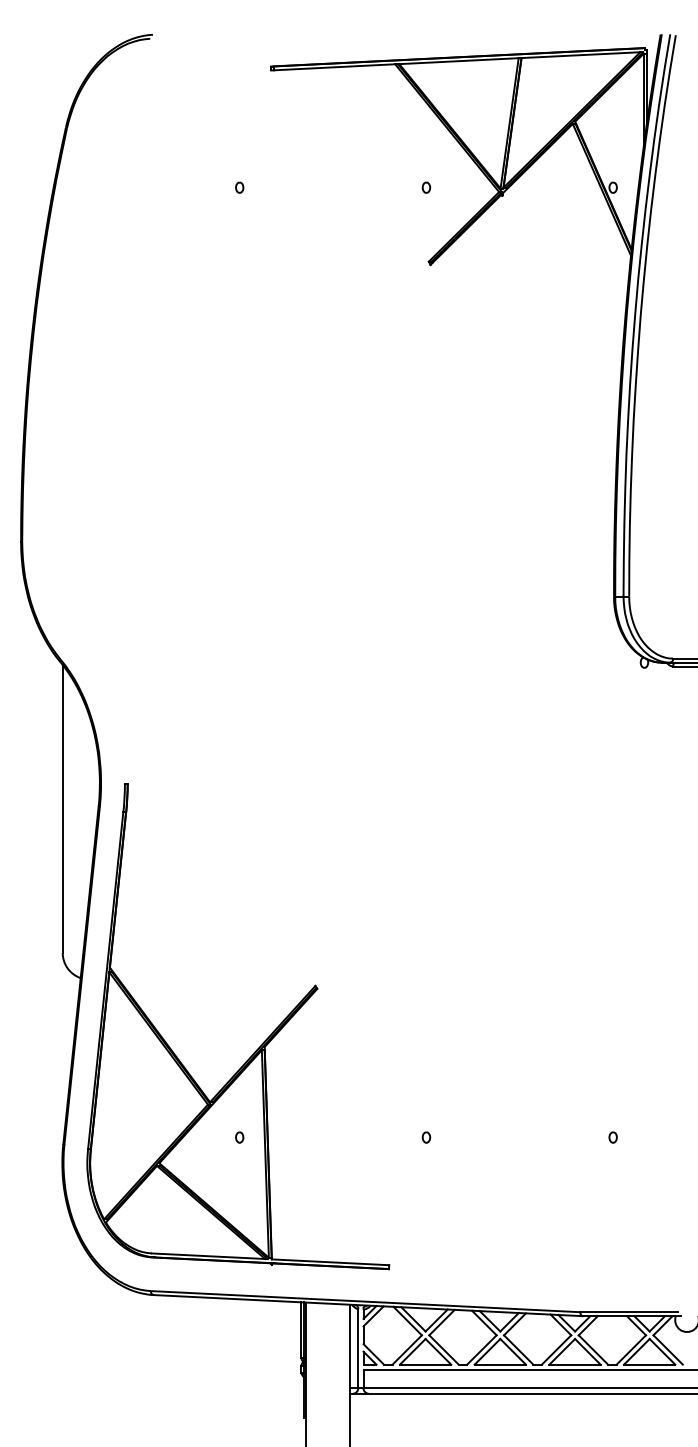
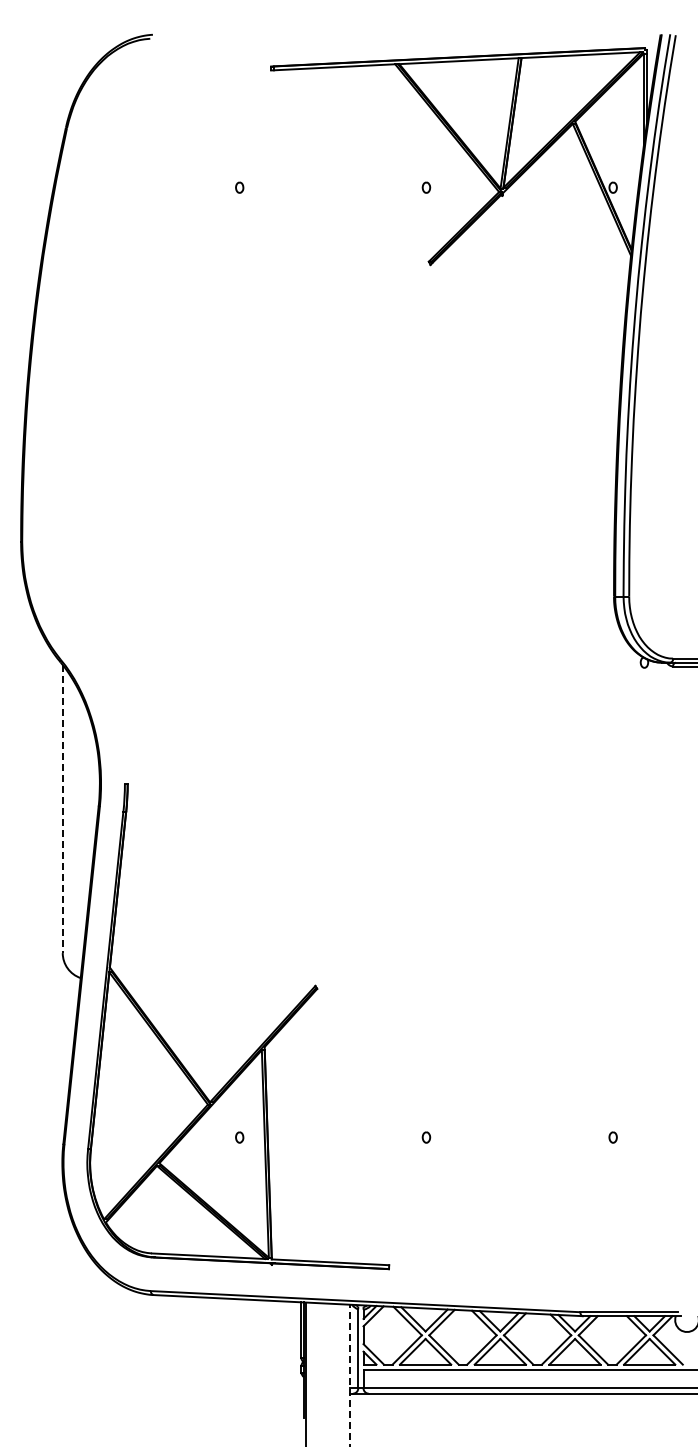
line at (62, 809): solid -> dashed
line at (350, 1375): solid -> dashed
